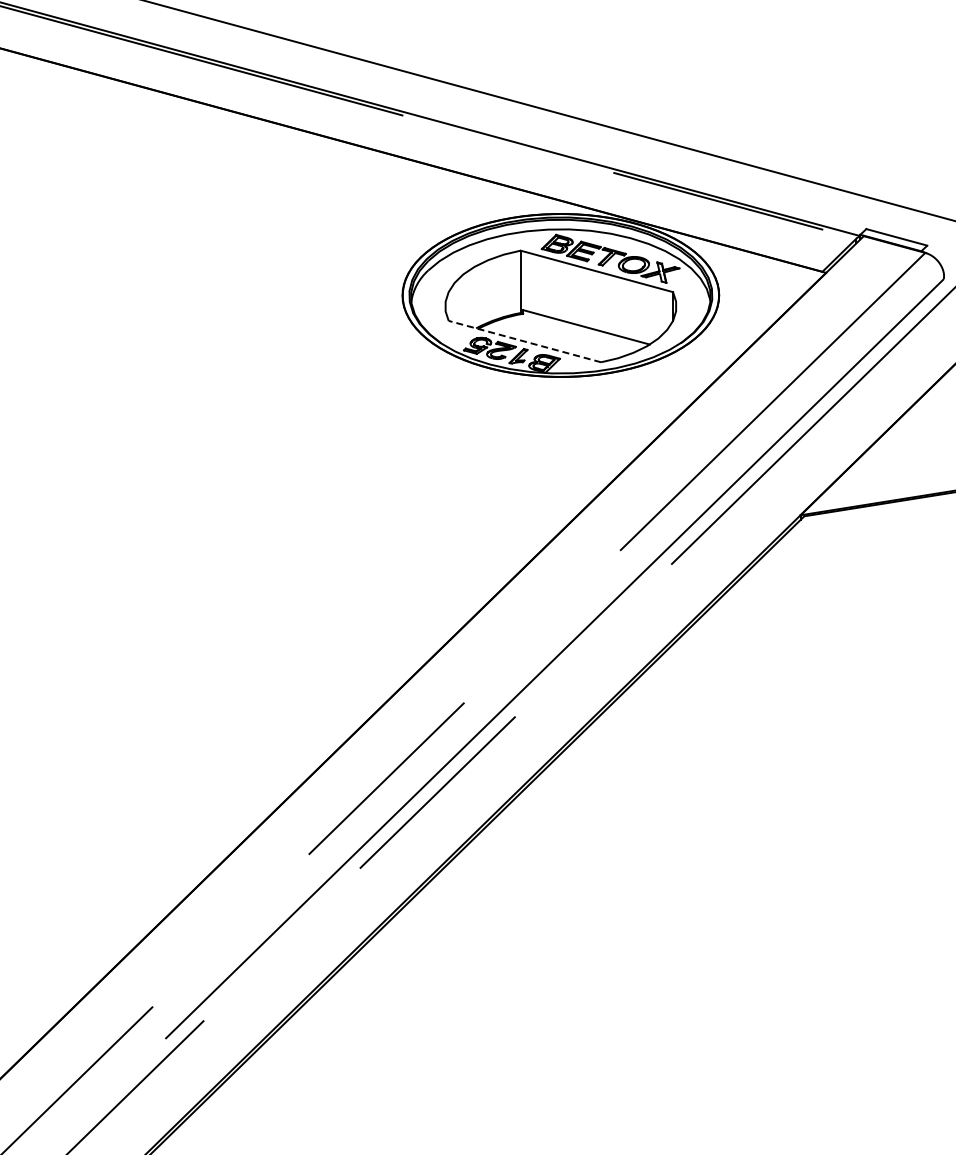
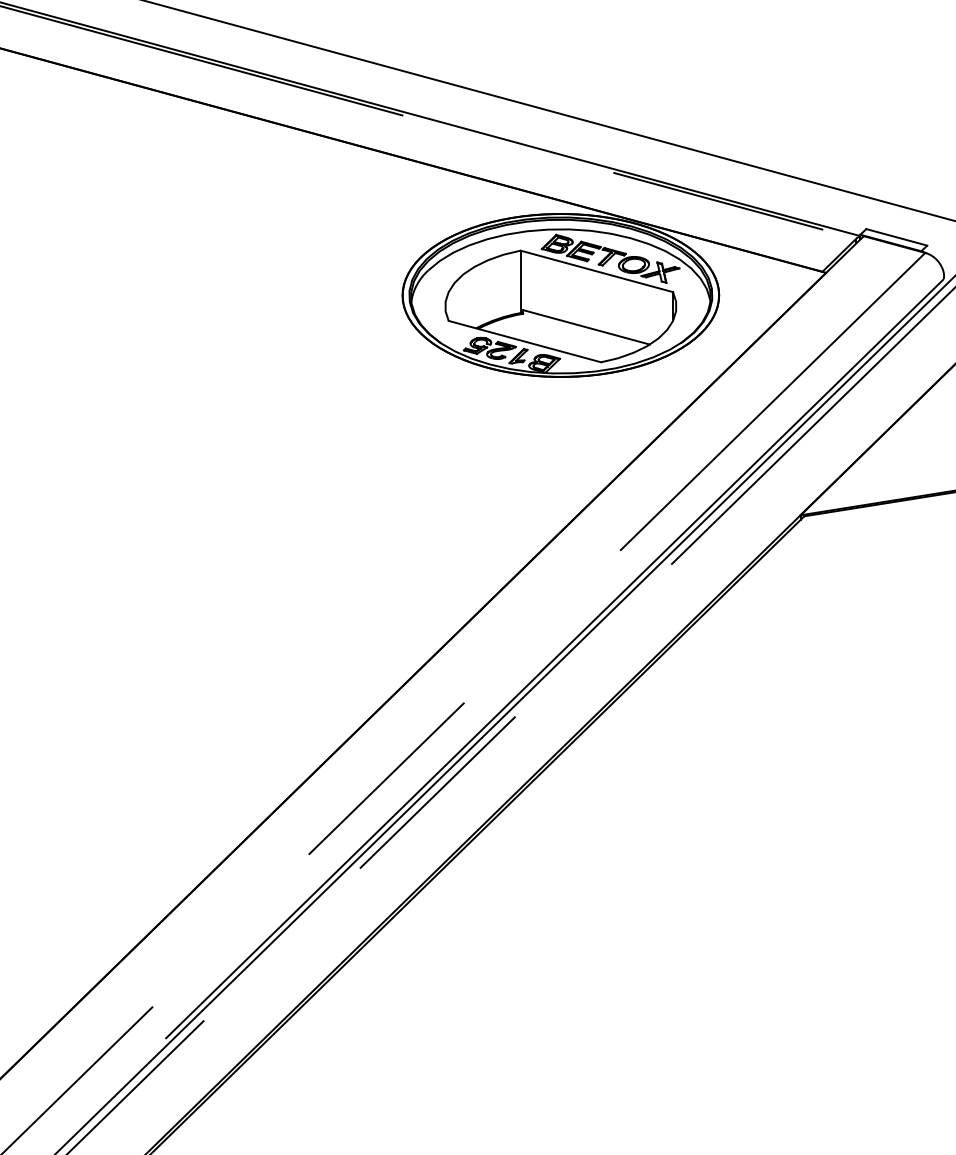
line at (524, 341): dashed -> solid
line at (505, 714): none -> present
